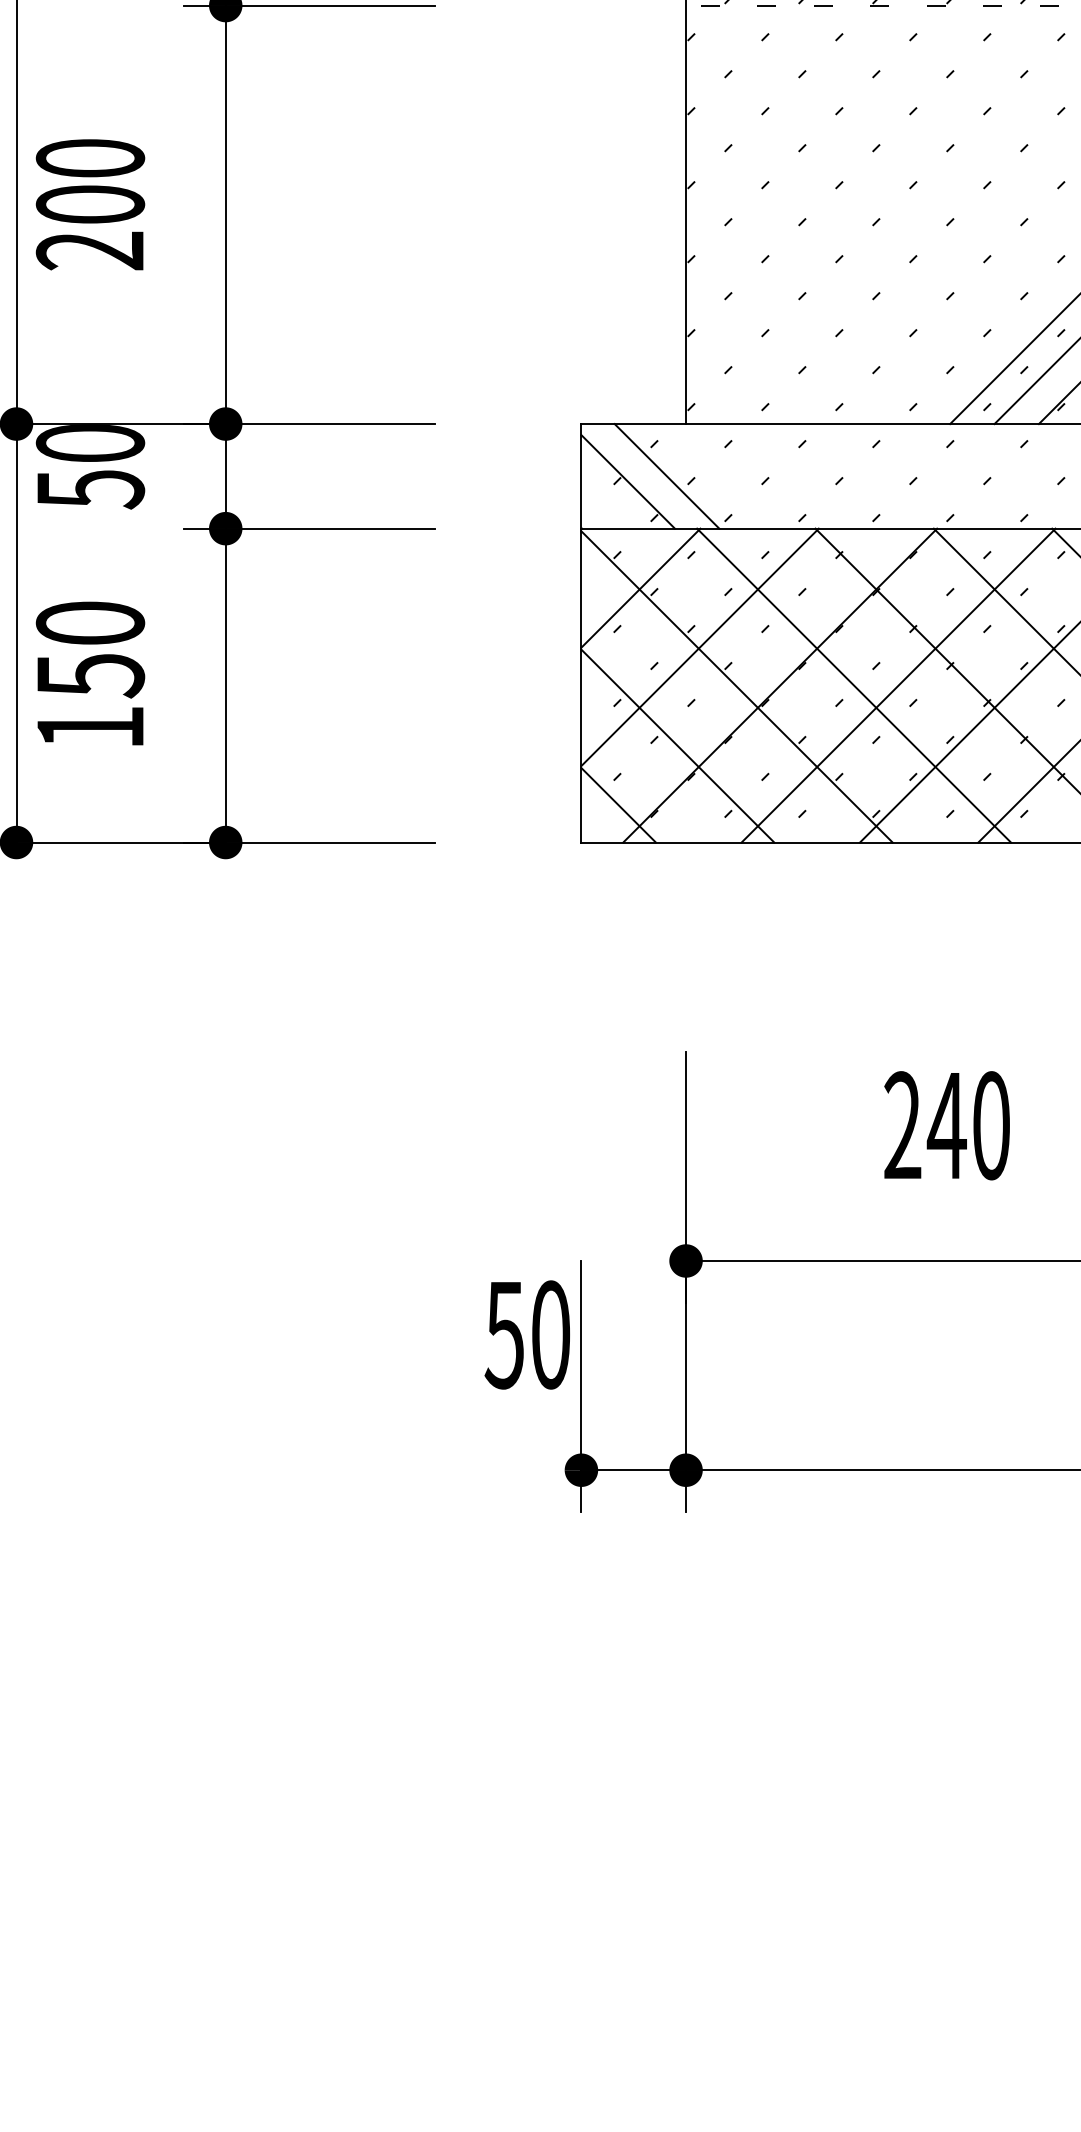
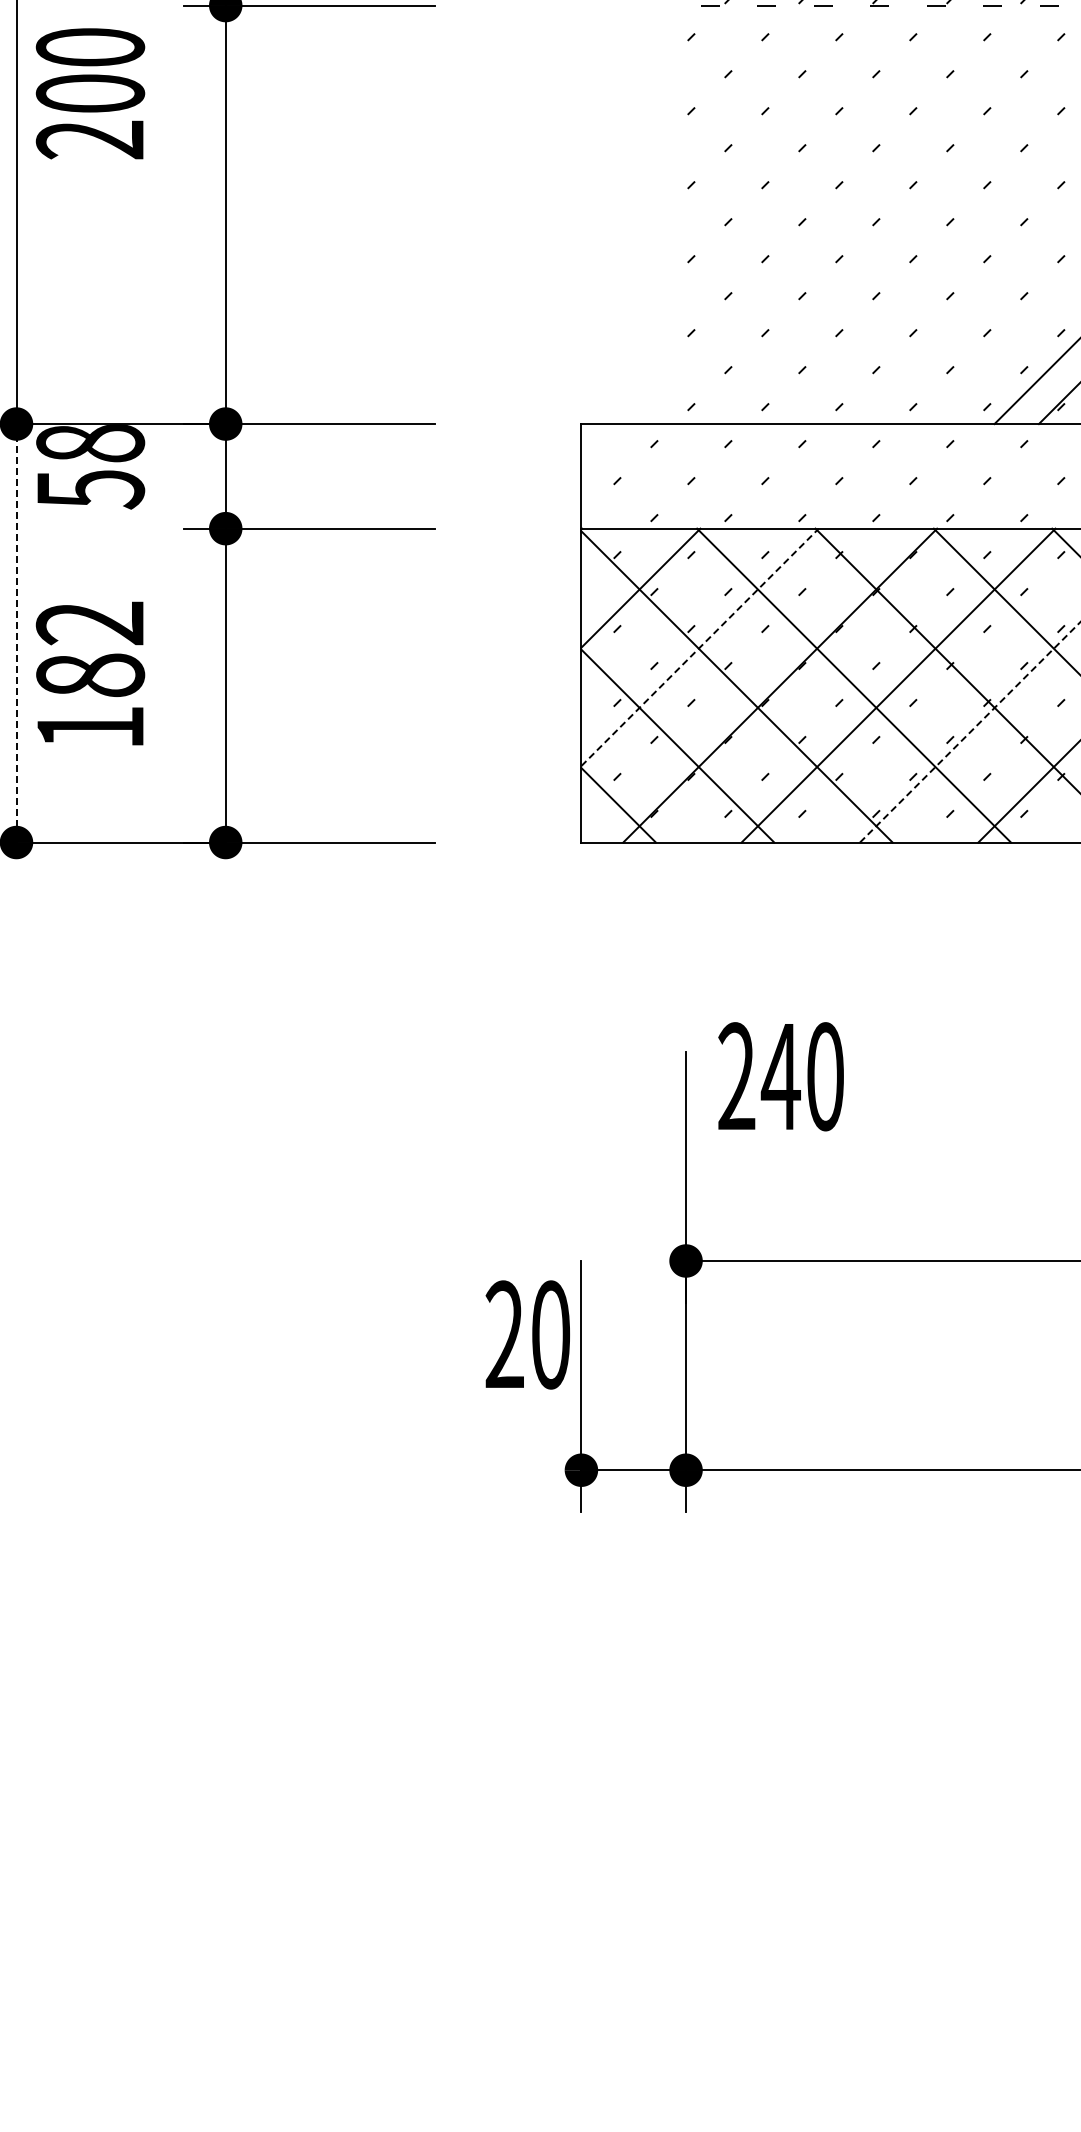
text at (90, 204) position: (90, 204) -> (90, 93)
line at (686, 213): present -> none
line at (1013, 360): present -> none
text at (89, 443): 50 -> 58
line at (666, 476): present -> none
line at (627, 481): present -> none
line at (16, 633): solid -> dashed
line at (700, 647): solid -> dashed
text at (90, 649): 150 -> 182
line at (970, 732): solid -> dashed
text at (946, 1125) position: (946, 1125) -> (780, 1076)
text at (503, 1334): 50 -> 20
